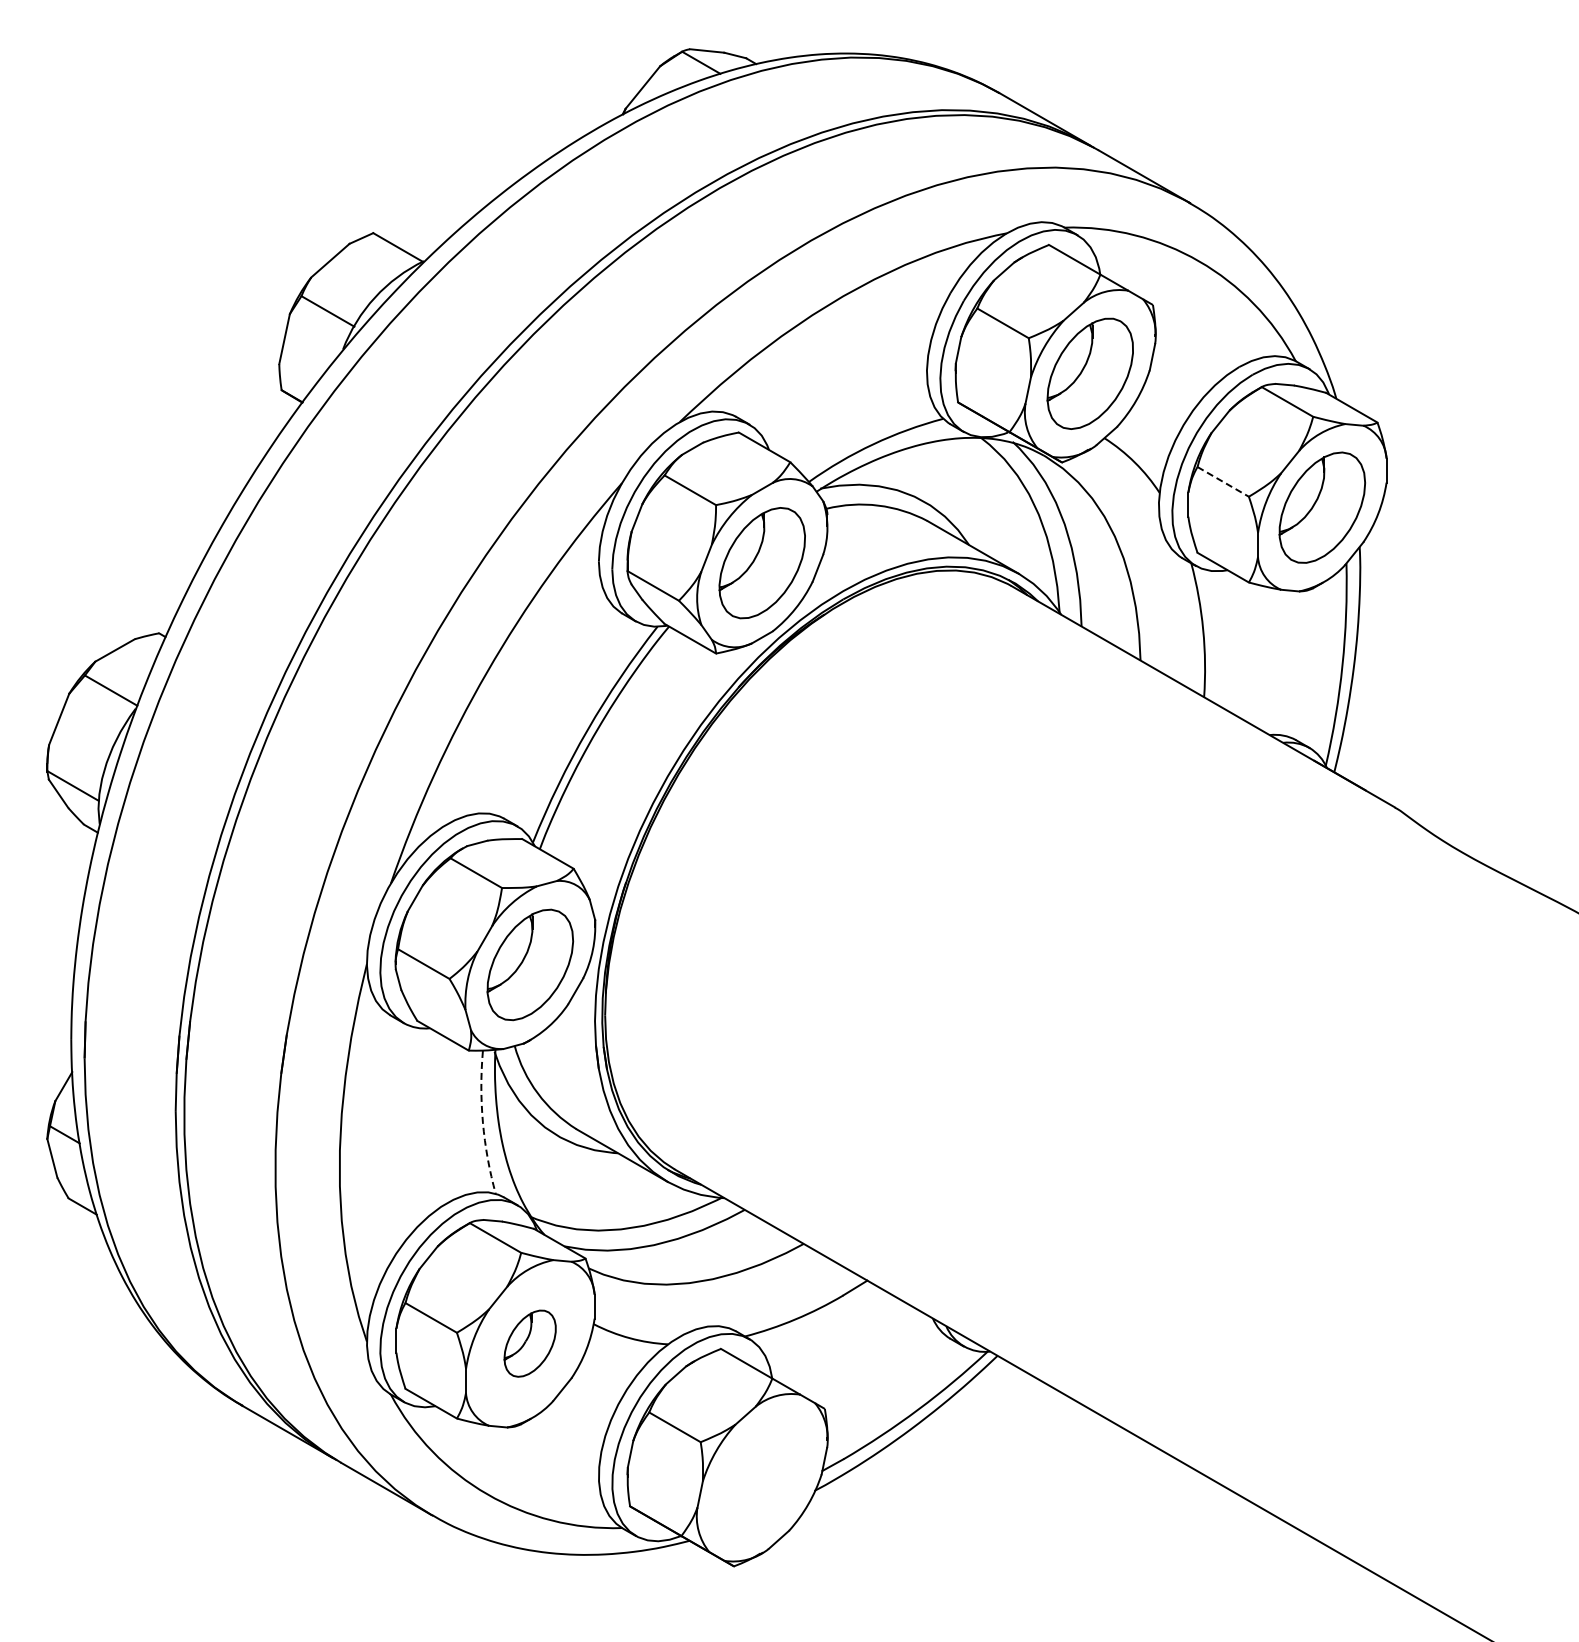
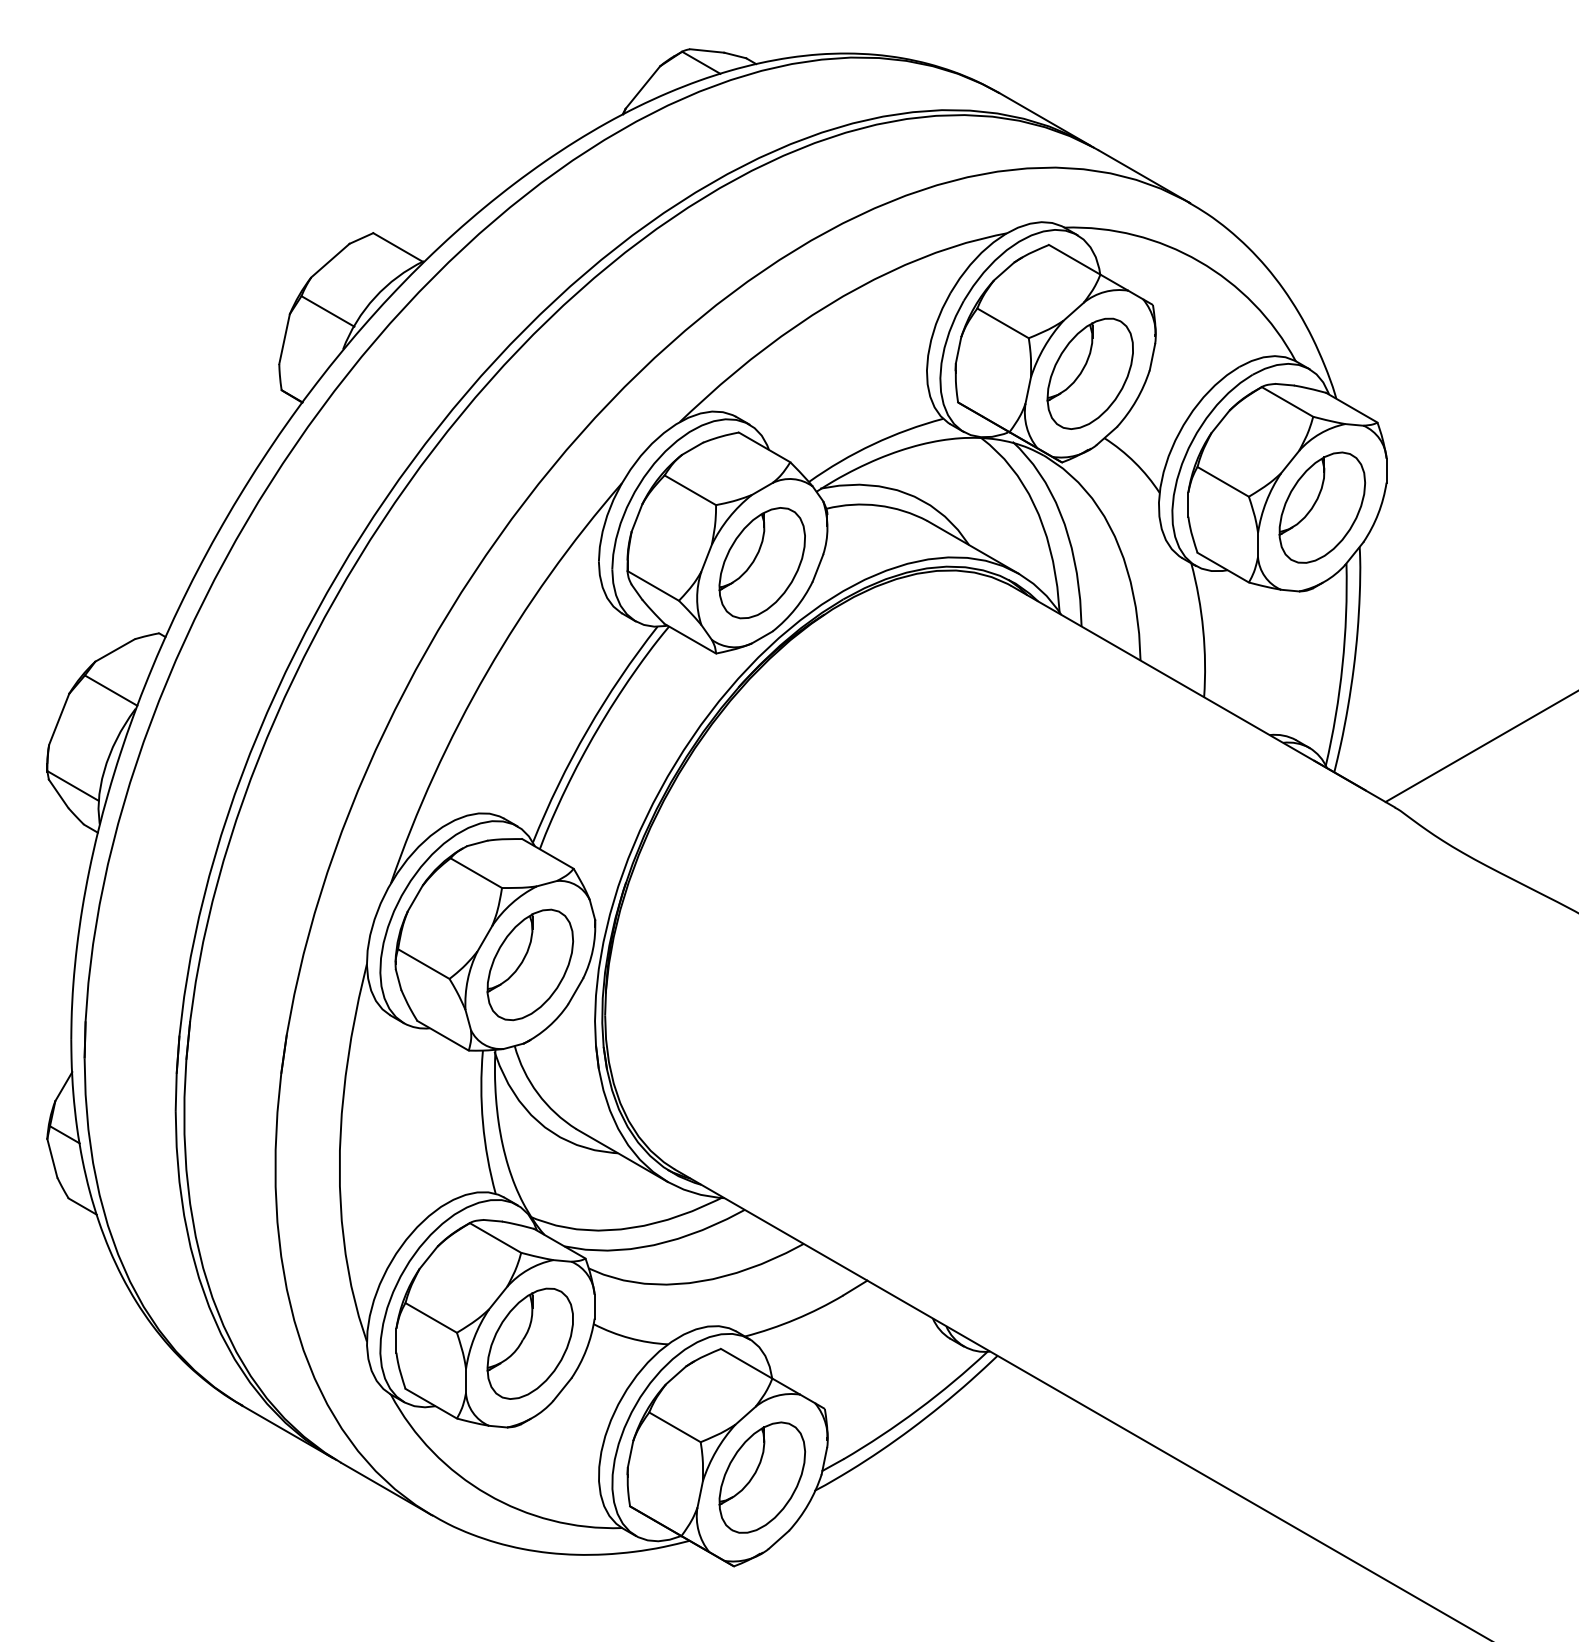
line at (1223, 481): dashed -> solid
line at (1480, 747): none -> present
arc at (482, 1122): dashed -> solid
part at (529, 1343) size: 54x69 px -> 88x113 px
part at (762, 1477): none -> present
